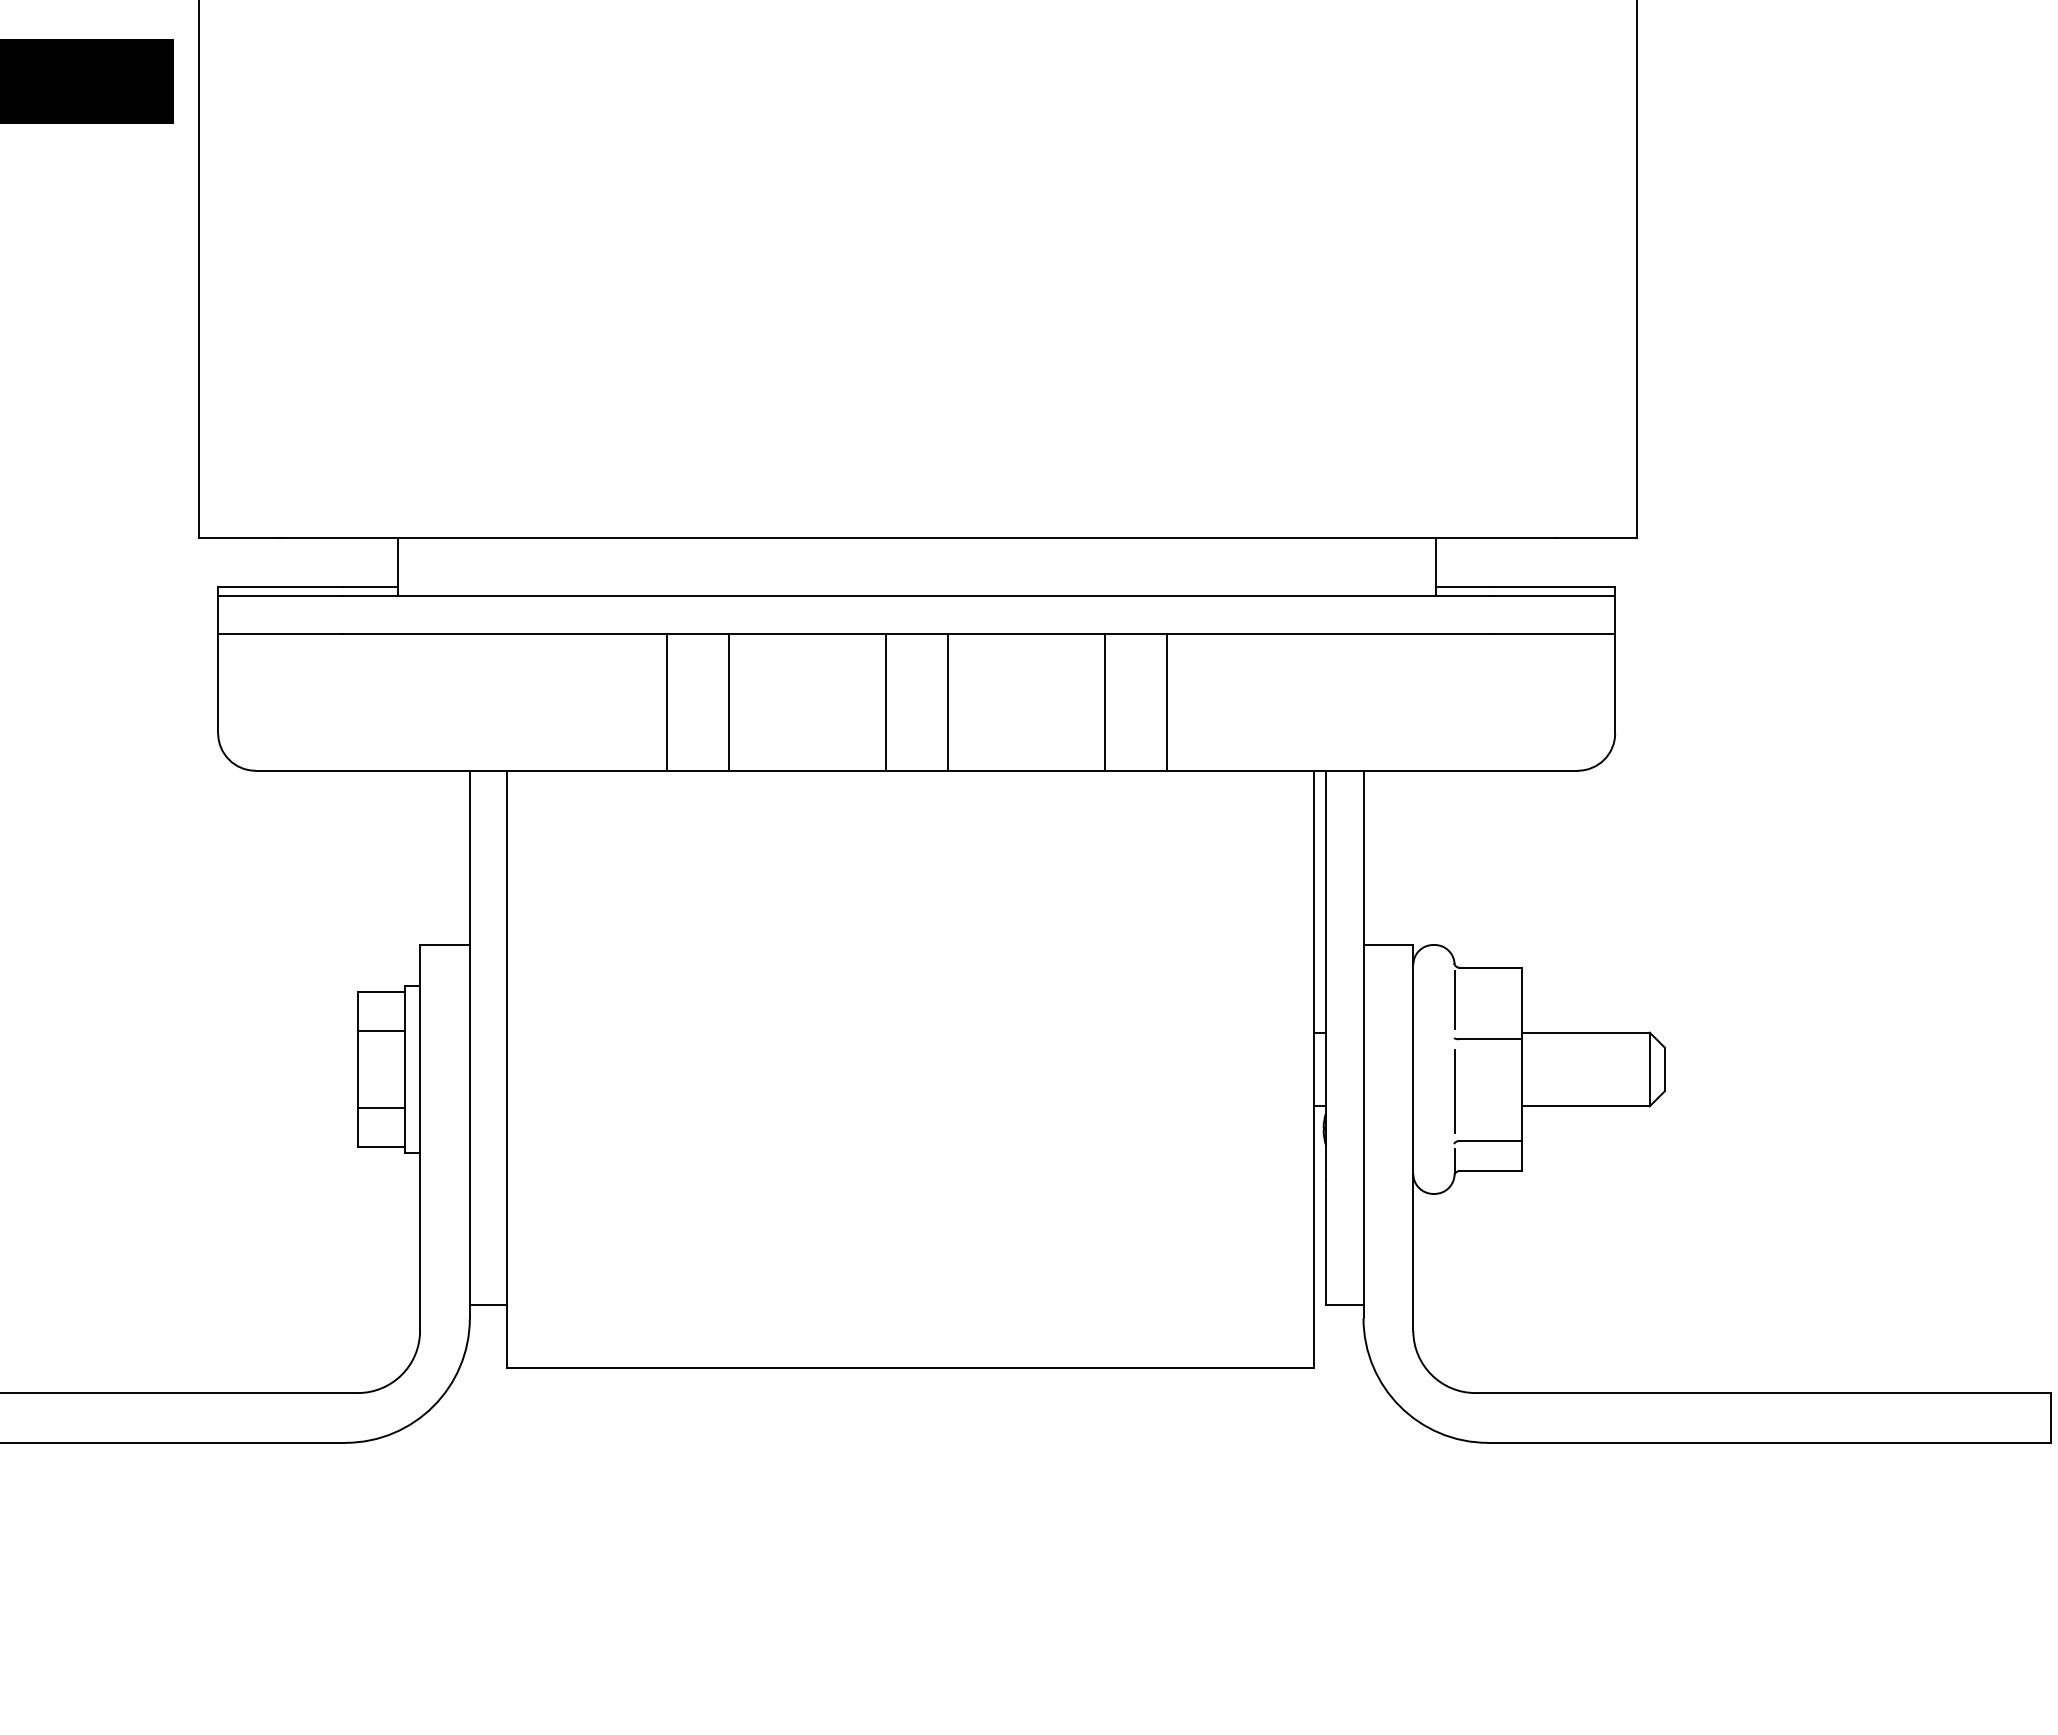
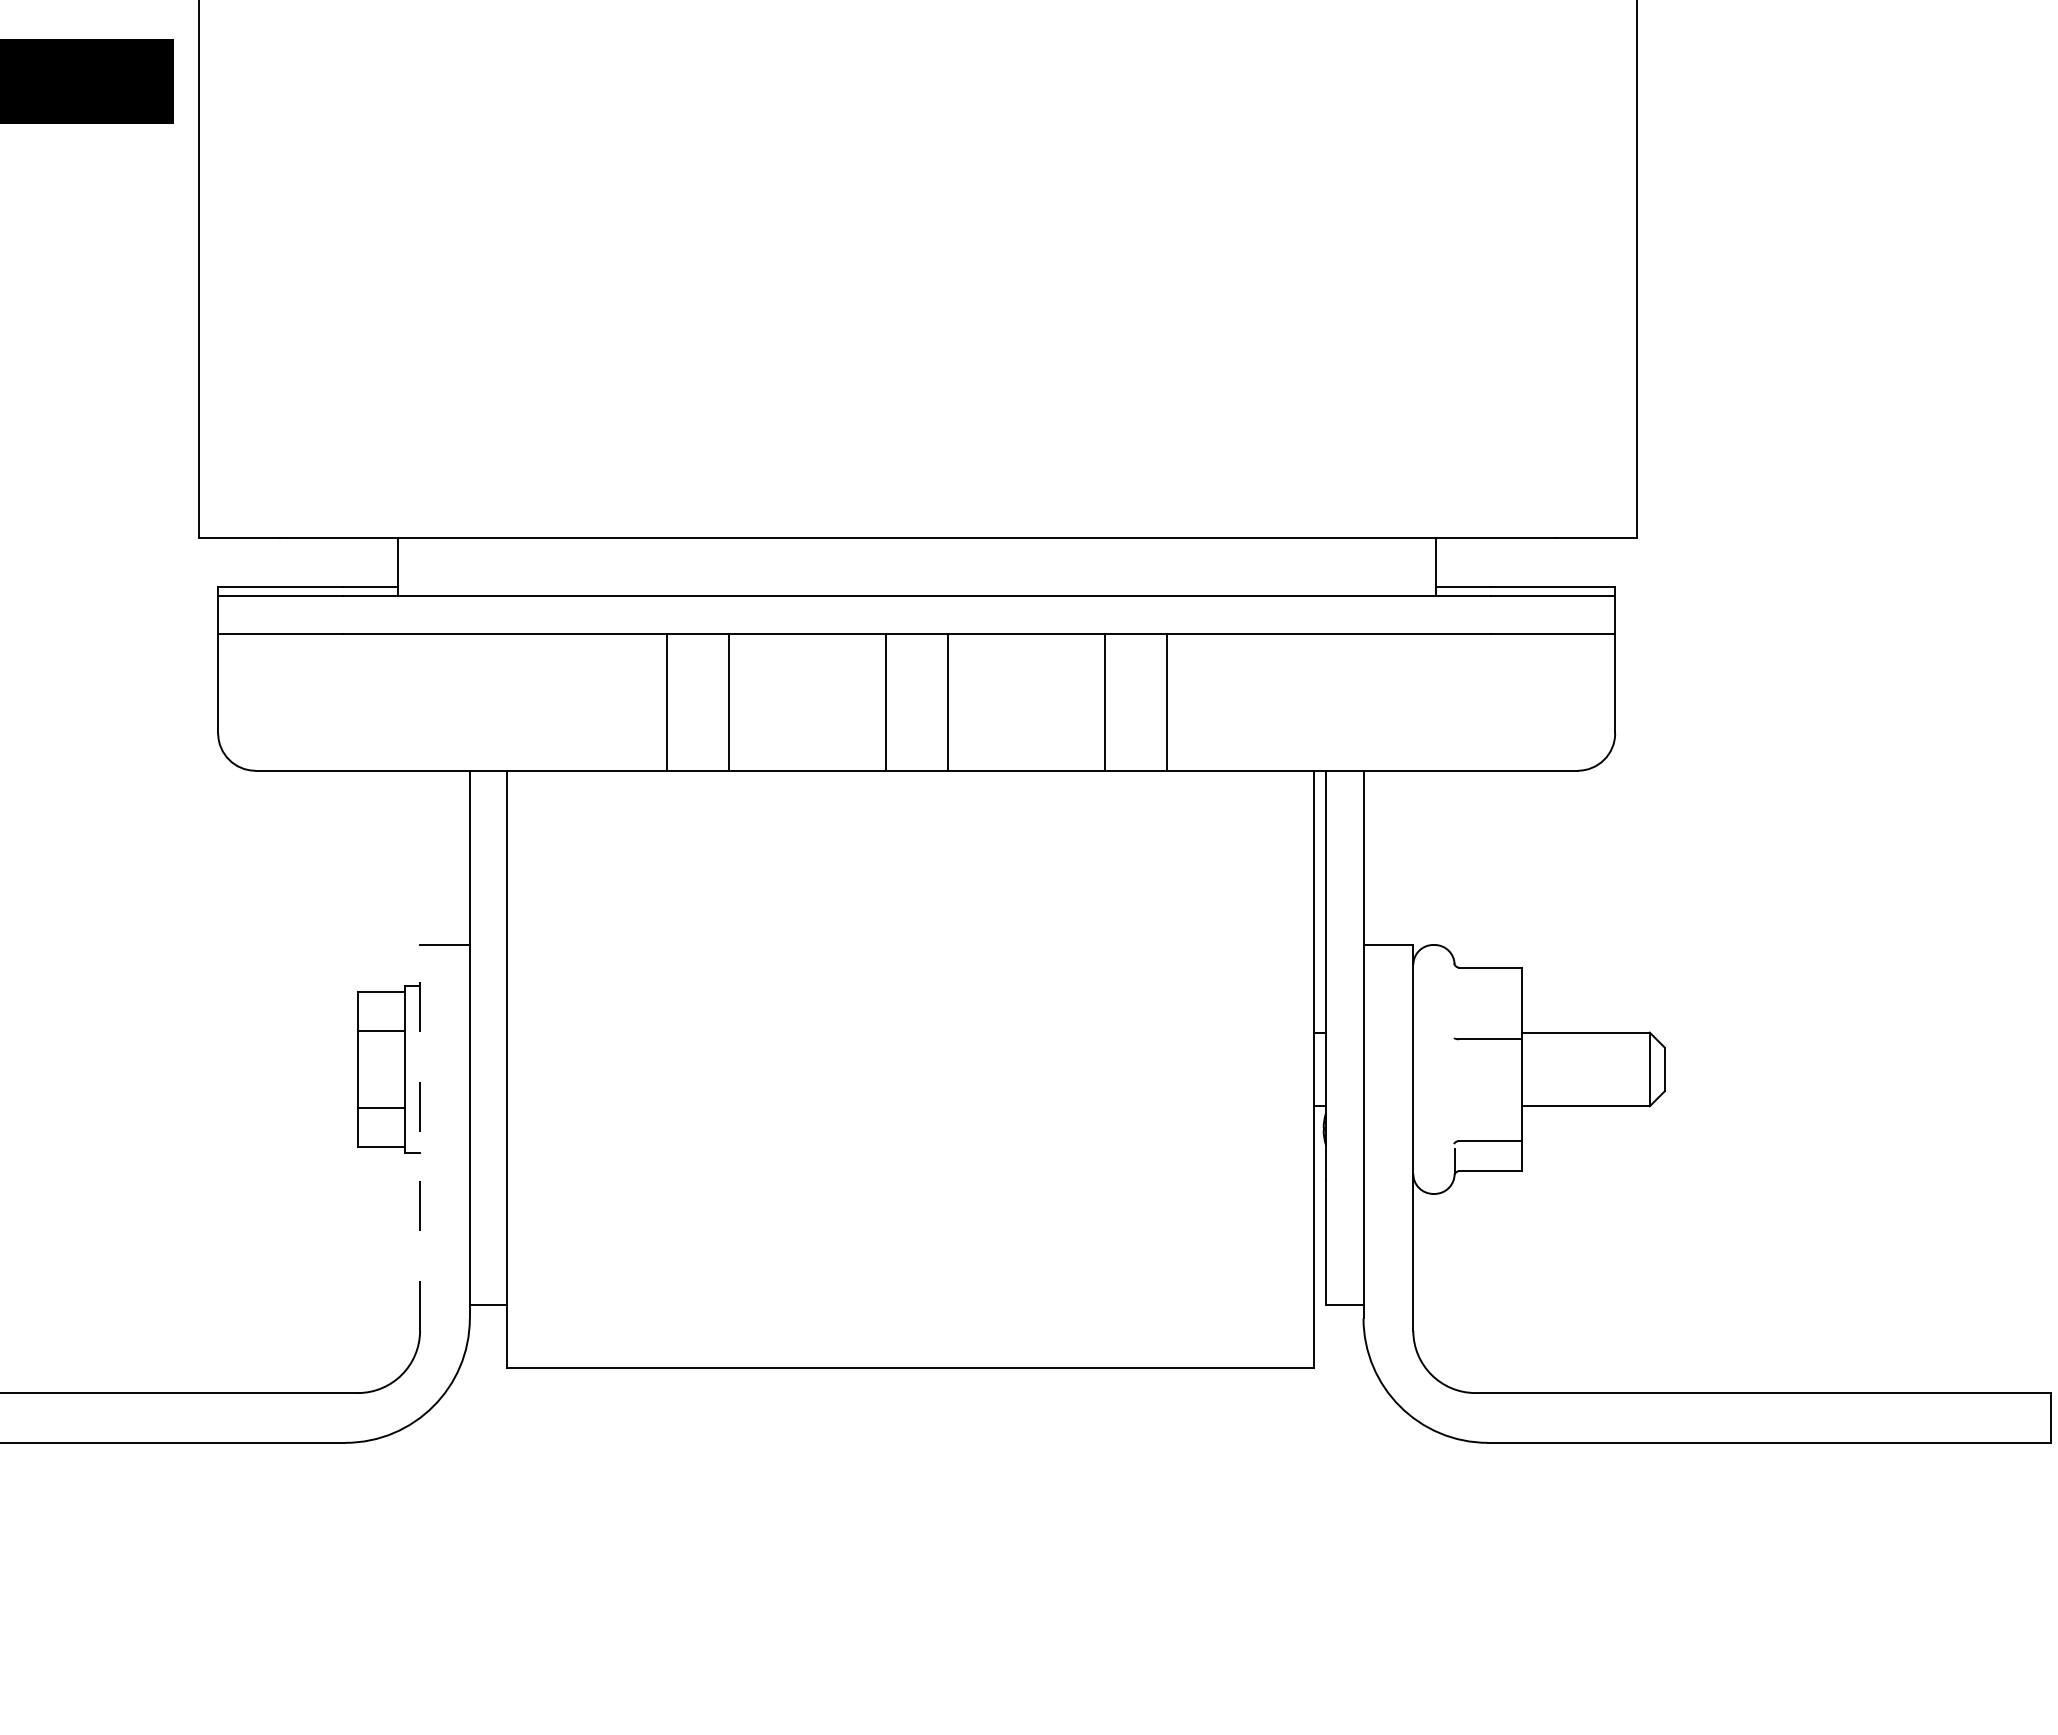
line at (1454, 999): present -> none
line at (1454, 1090): present -> none
line at (420, 1137): solid -> dashed
